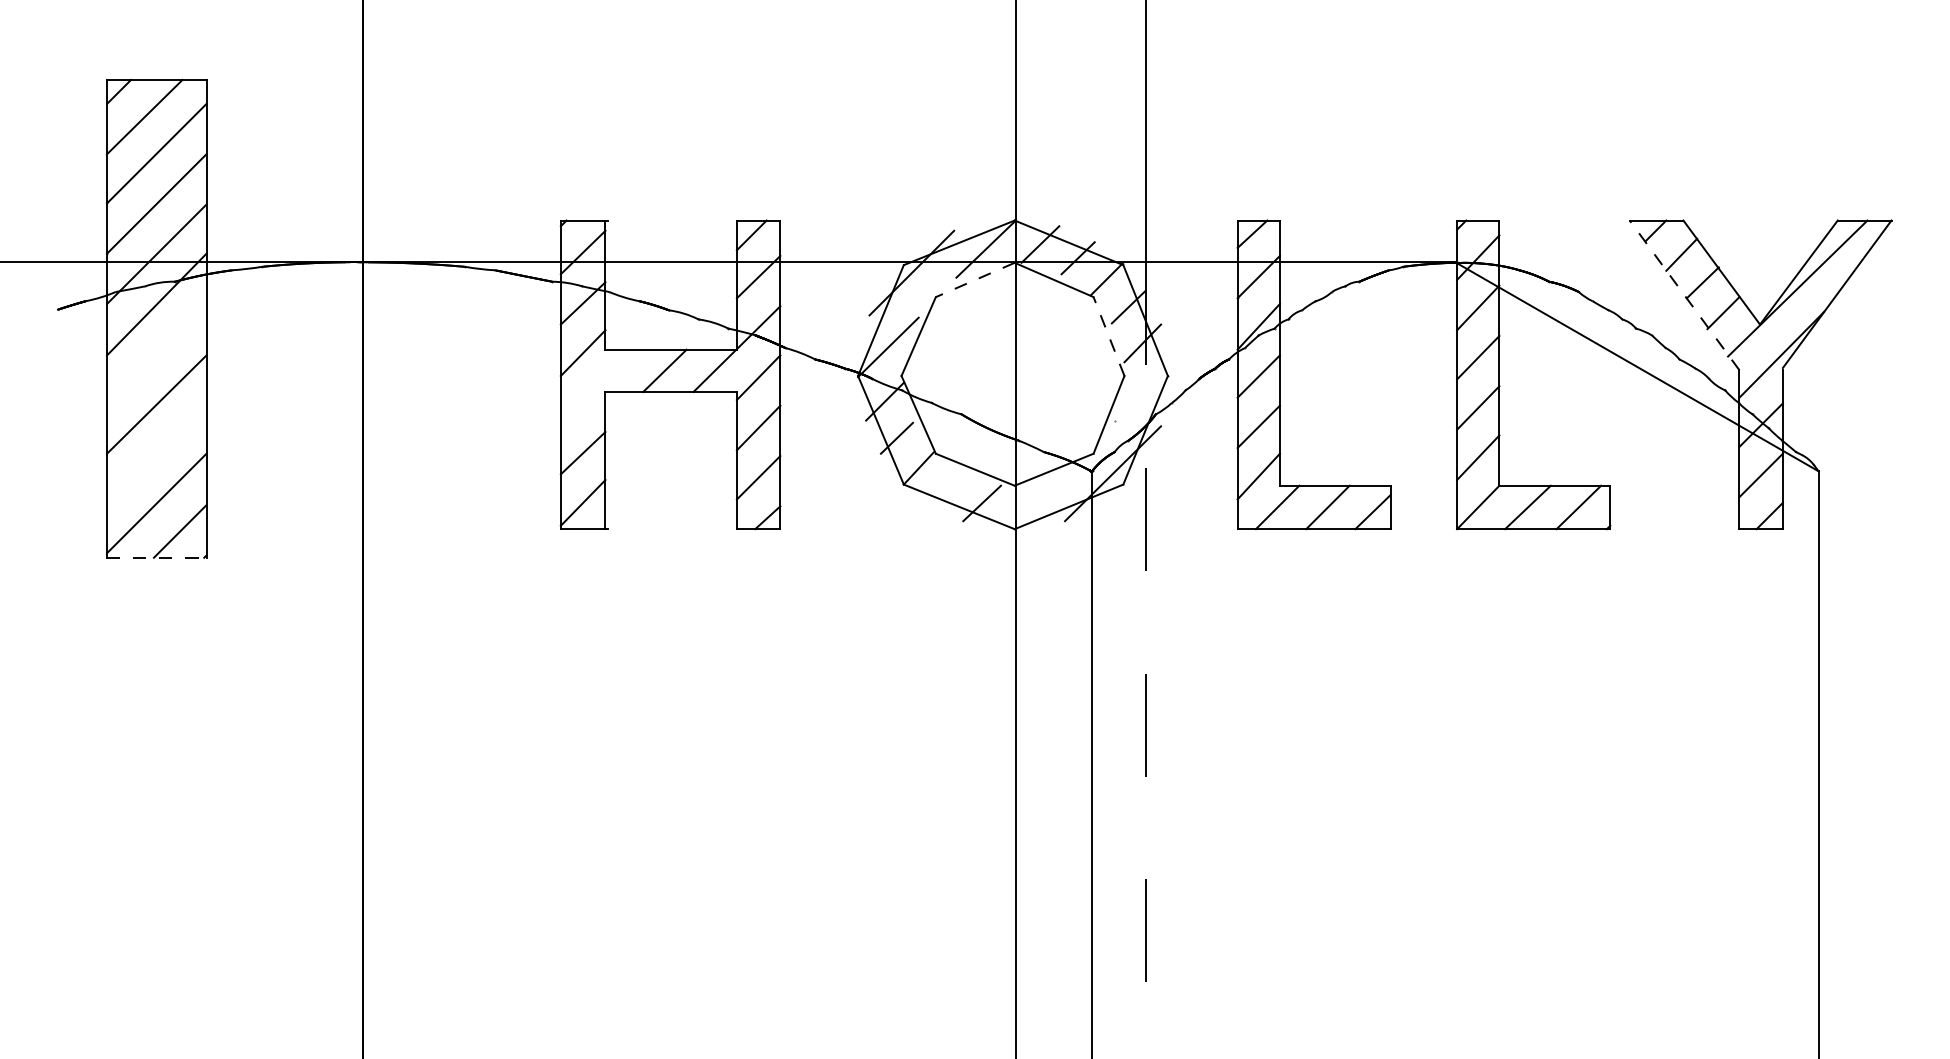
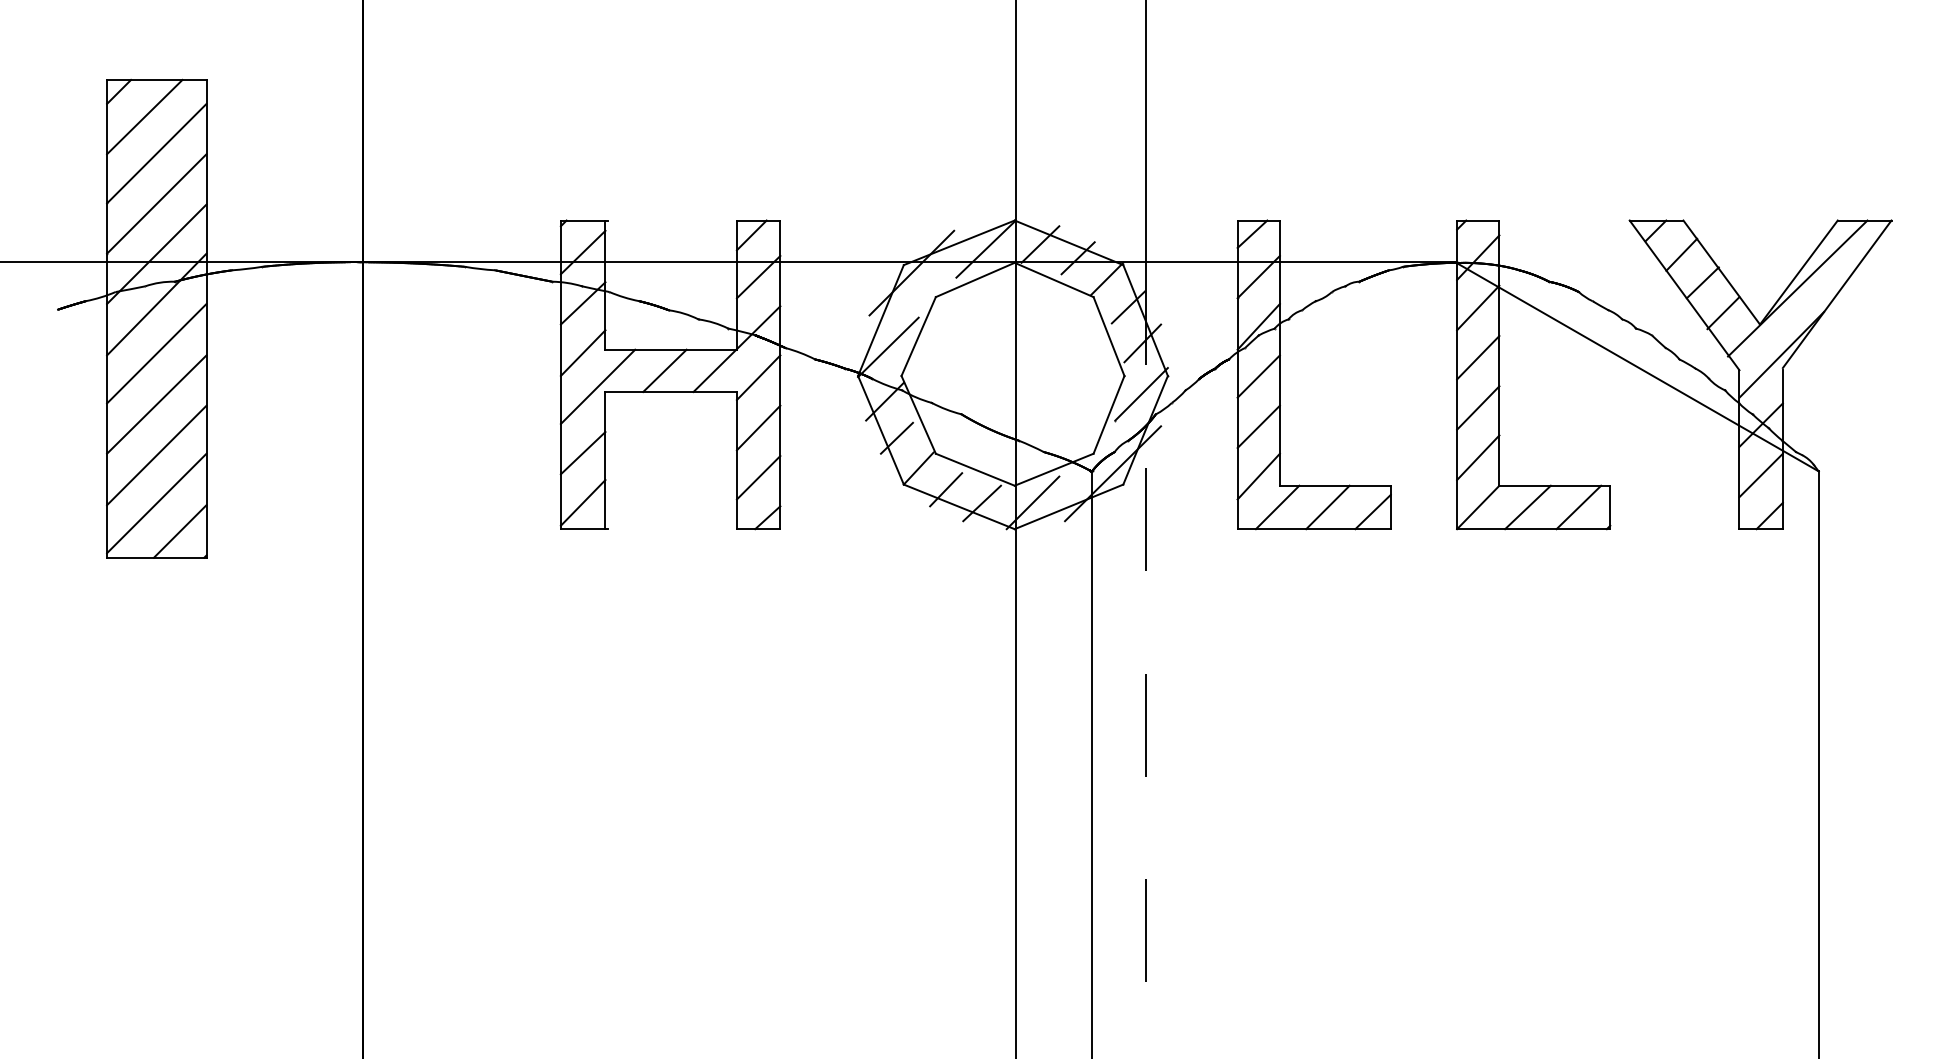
line at (974, 280): dashed -> solid
line at (1684, 295): dashed -> solid
line at (1108, 336): dashed -> solid
line at (156, 353): none -> present
line at (597, 386): none -> present
line at (1141, 394): none -> present
line at (156, 455): none -> present
line at (946, 489): none -> present
line at (1032, 502): none -> present
line at (156, 557): dashed -> solid
